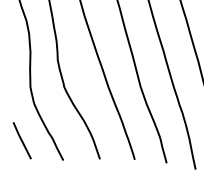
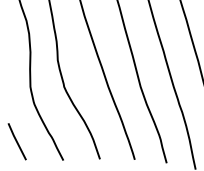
line at (21, 140) position: (21, 140) -> (16, 141)
